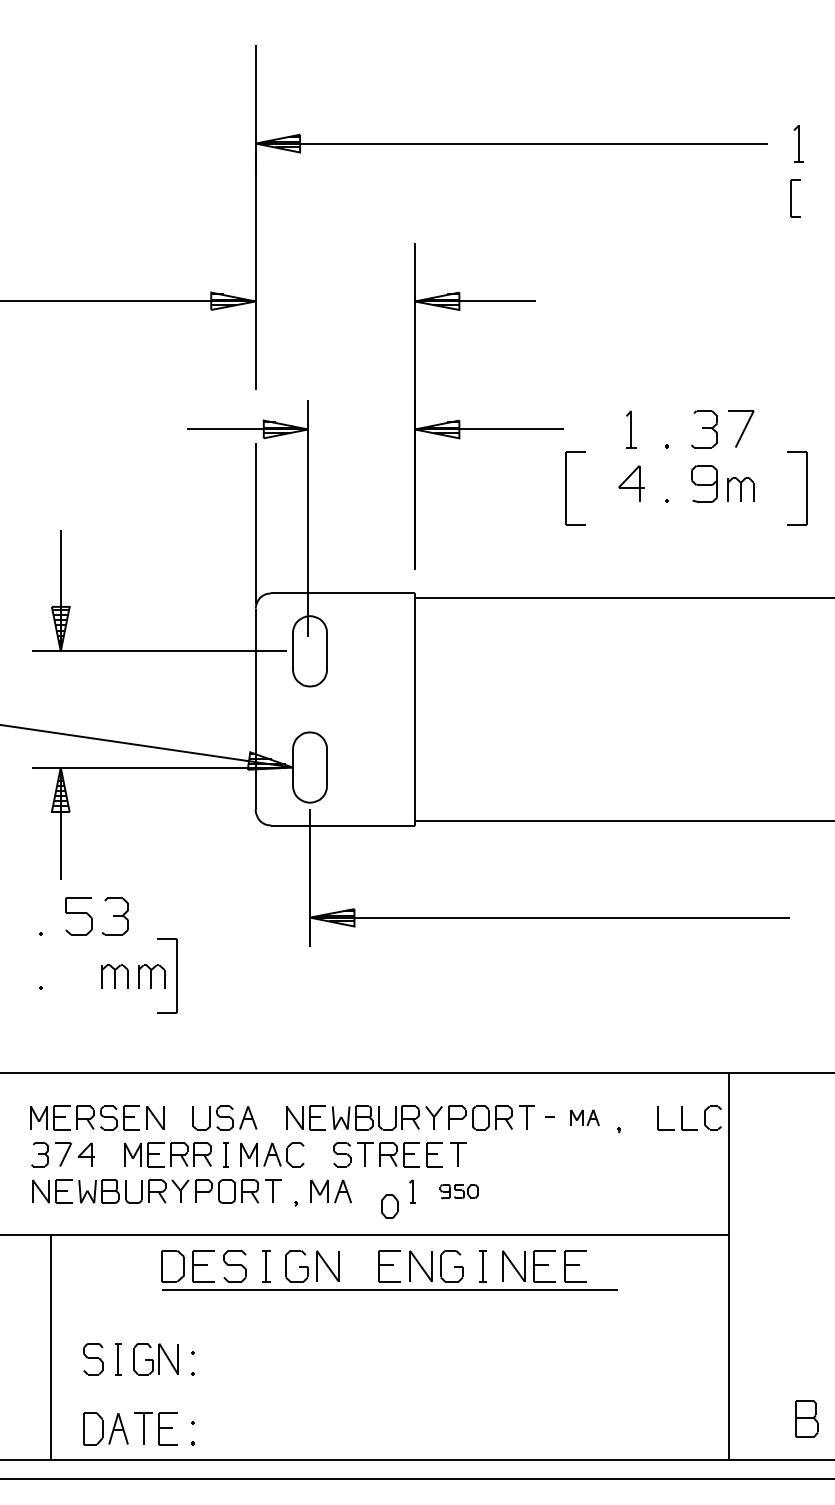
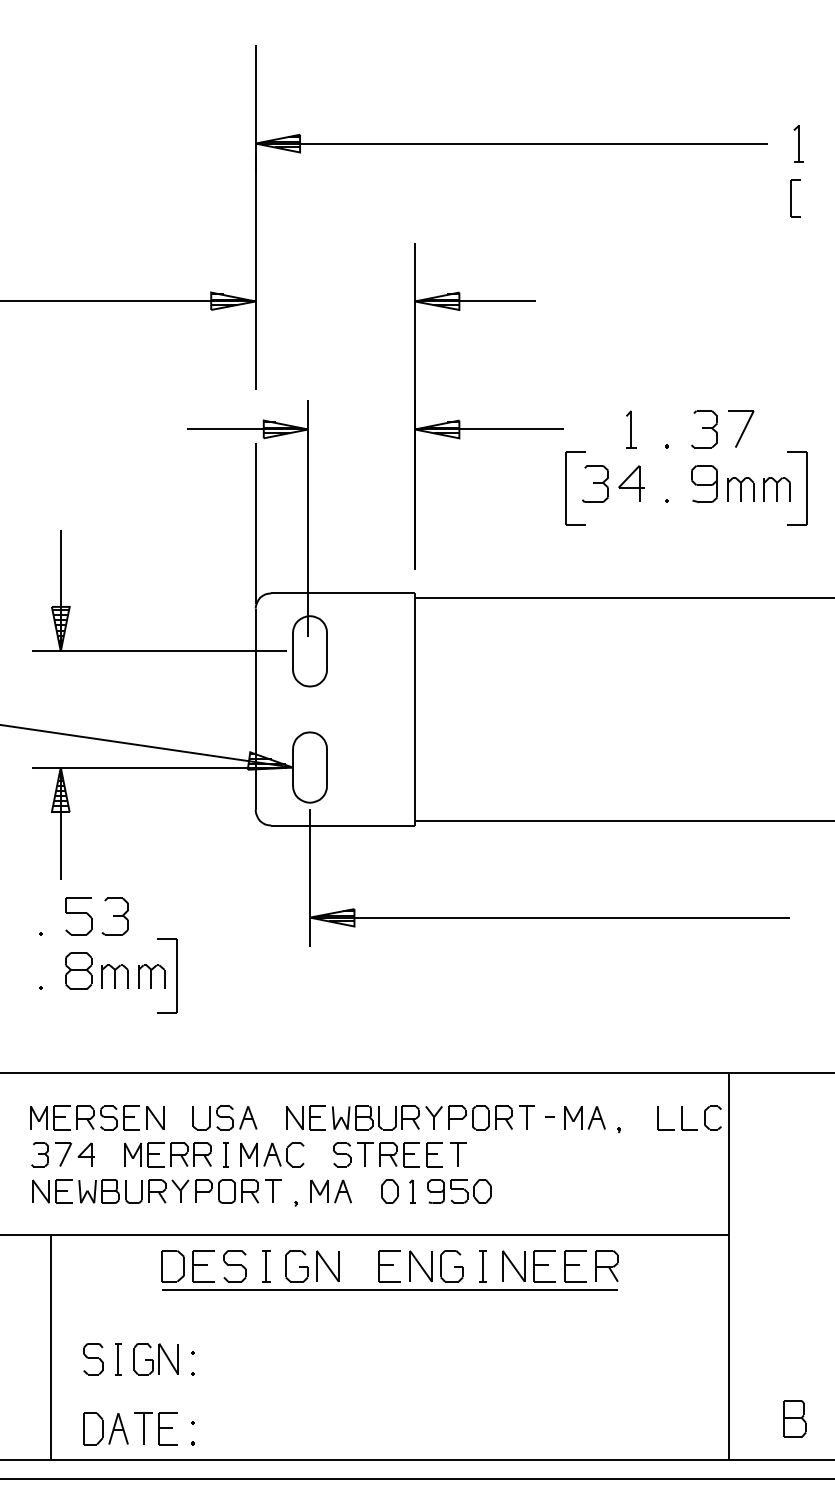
part at (595, 483): none -> present
part at (776, 489): none -> present
part at (78, 970): none -> present
part at (584, 1117) size: 30x18 px -> 42x24 px
part at (458, 1191) size: 40x16 px -> 65x25 px
part at (389, 1206) position: (389, 1206) -> (389, 1191)
part at (606, 1265): none -> present
part at (806, 1418) position: (806, 1418) -> (794, 1418)
